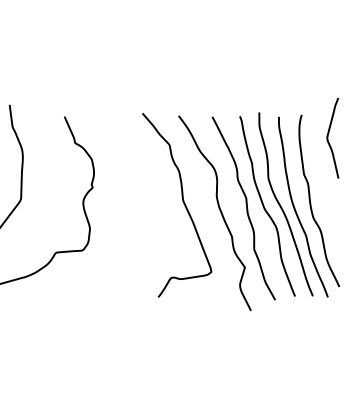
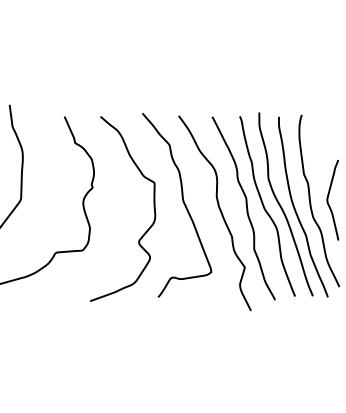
curve at (328, 137) position: (328, 137) -> (328, 199)
curve at (153, 208): none -> present
